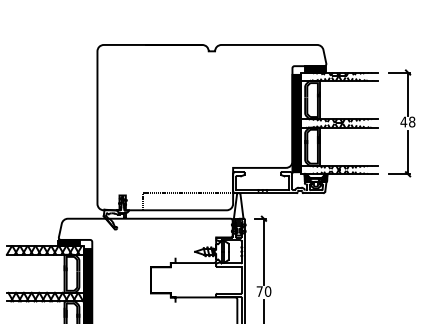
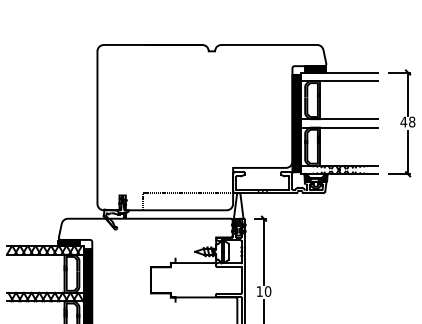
hatch at (338, 76): present -> none
hatch at (338, 123): present -> none
text at (259, 291): 70 -> 10
